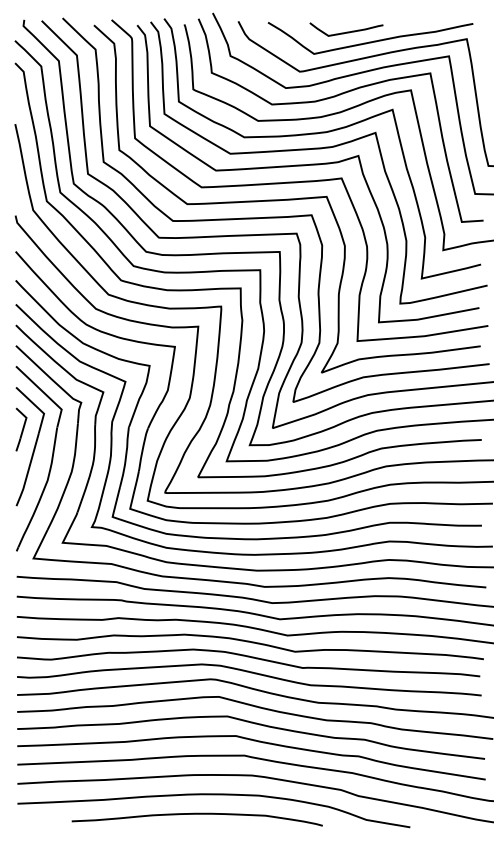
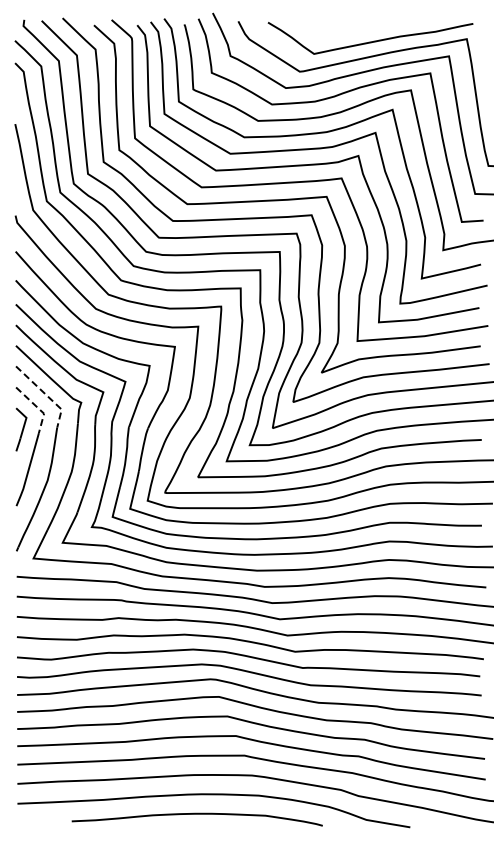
curve at (346, 31): present -> none
line at (46, 395): solid -> dashed
line at (38, 408): solid -> dashed
